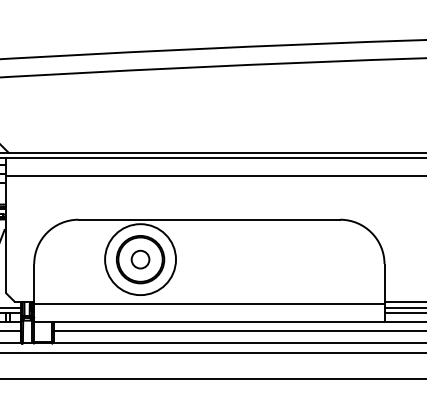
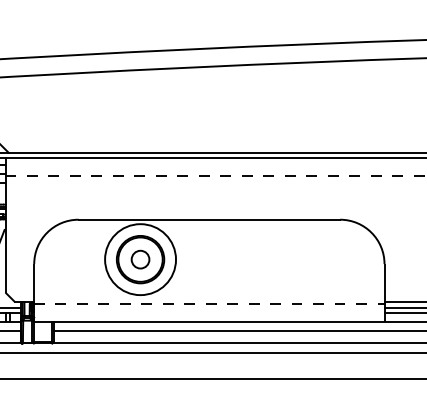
line at (216, 175): solid -> dashed
line at (209, 304): solid -> dashed
